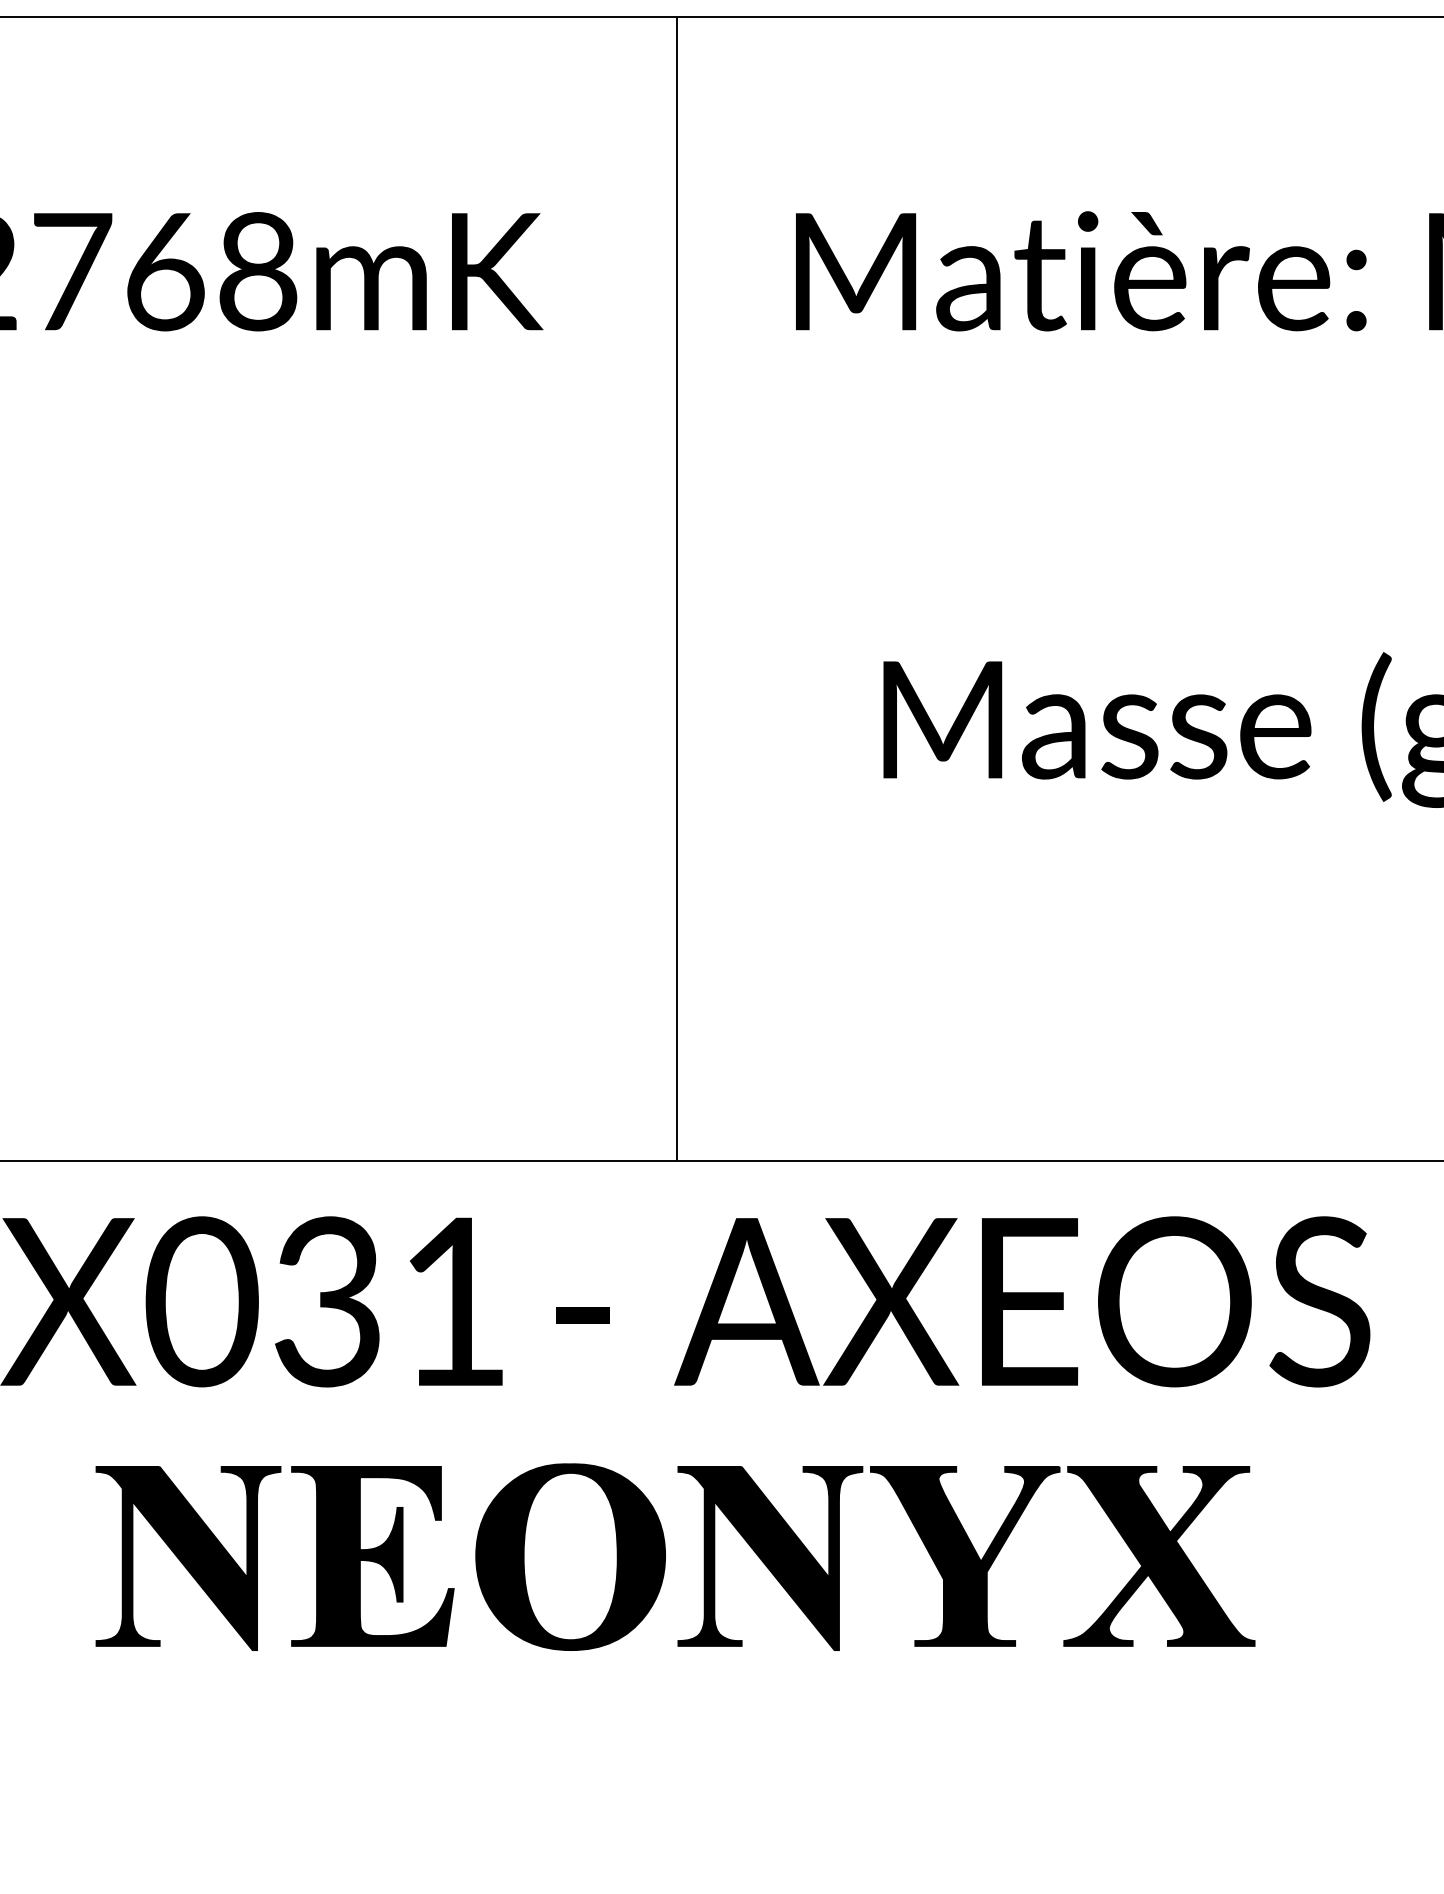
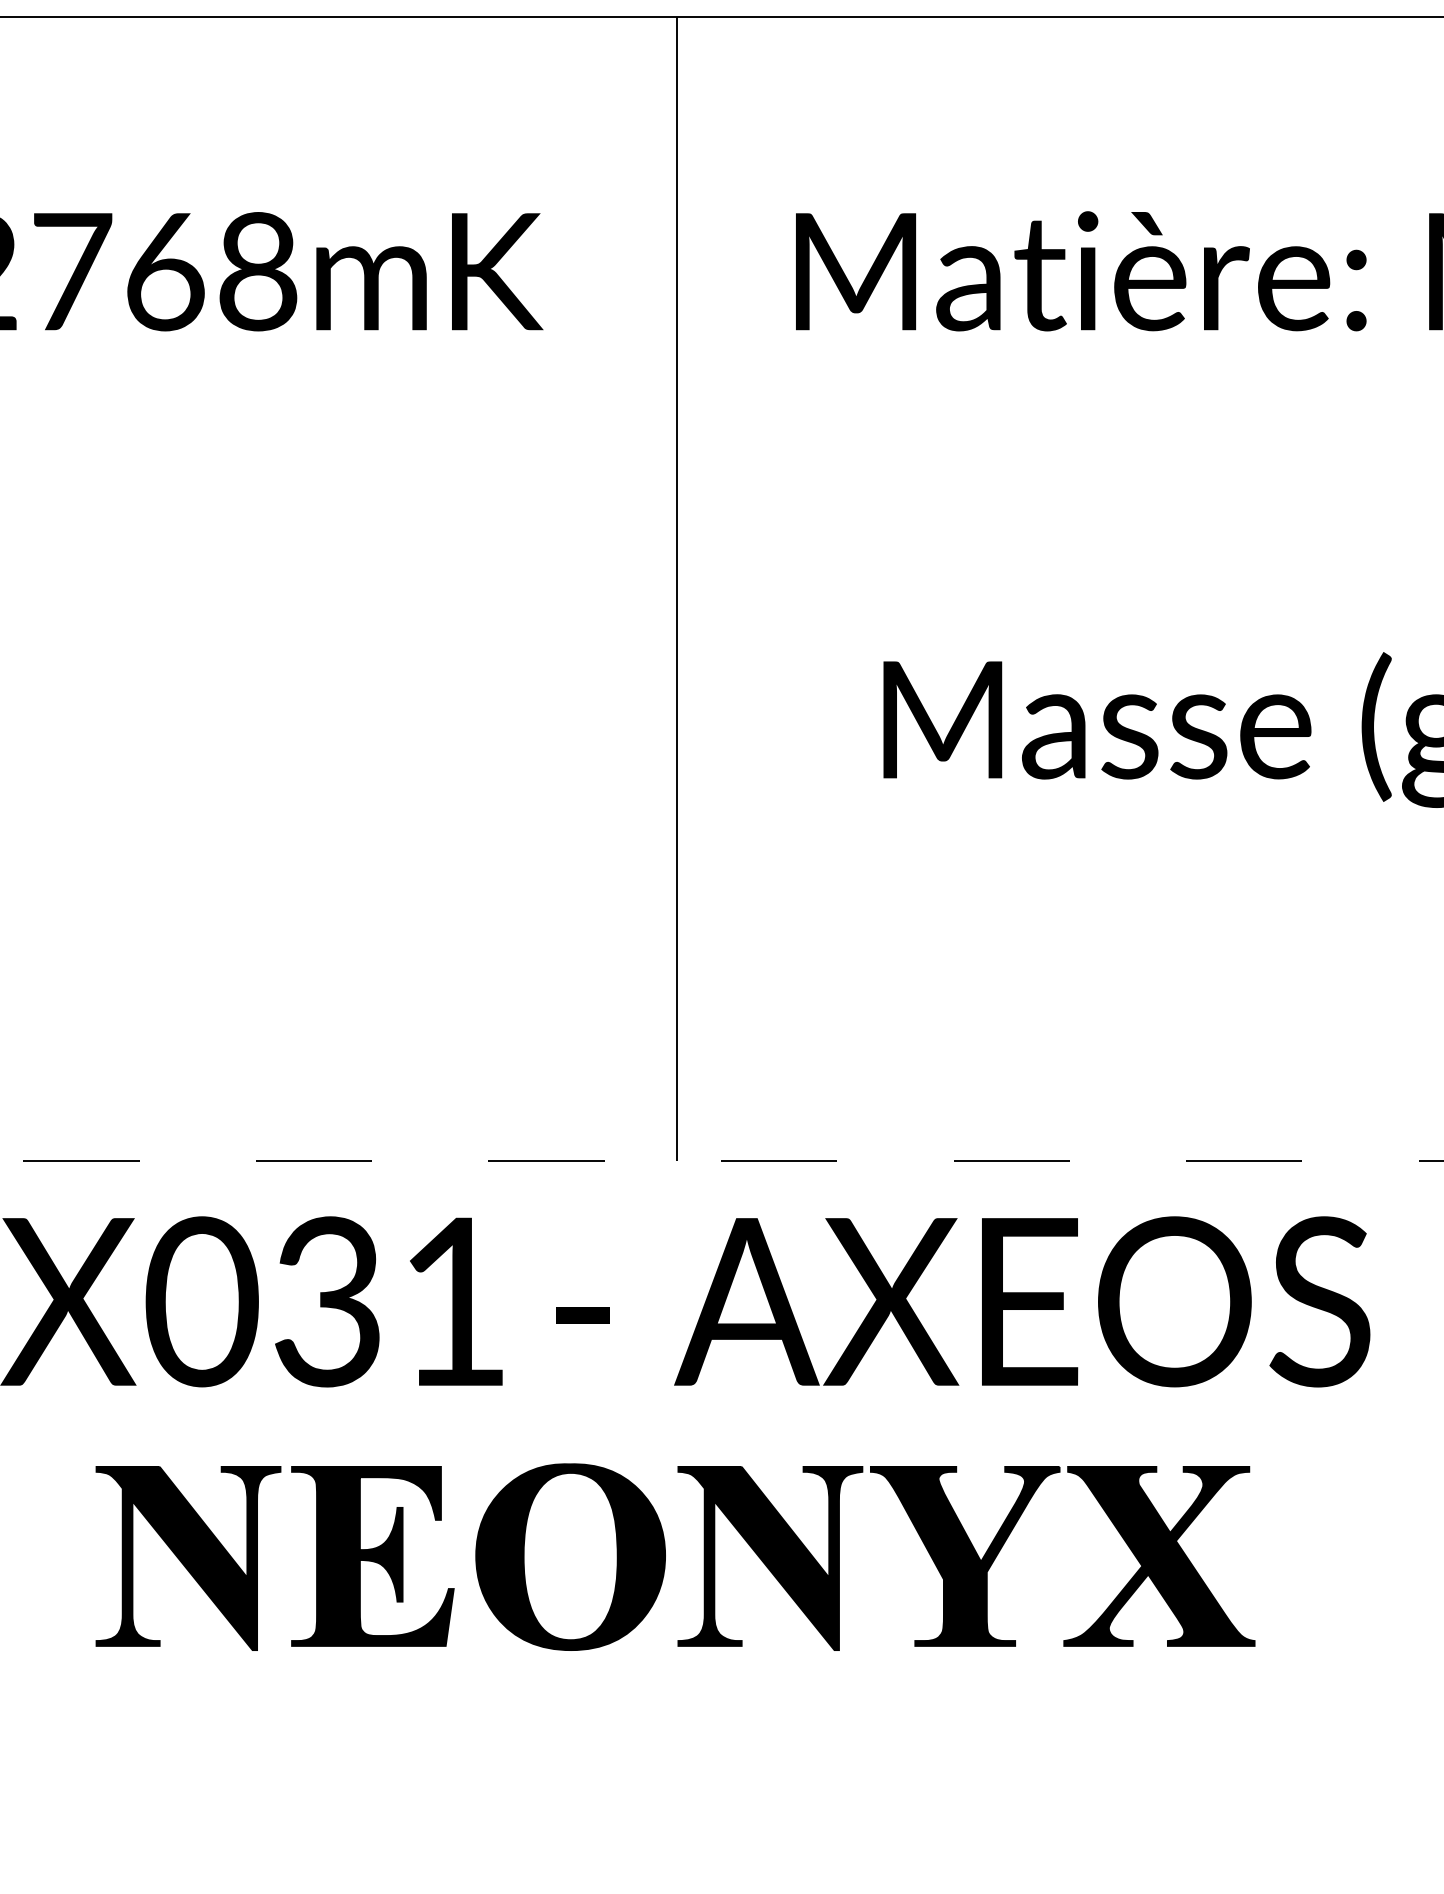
line at (721, 1161): solid -> dashed
